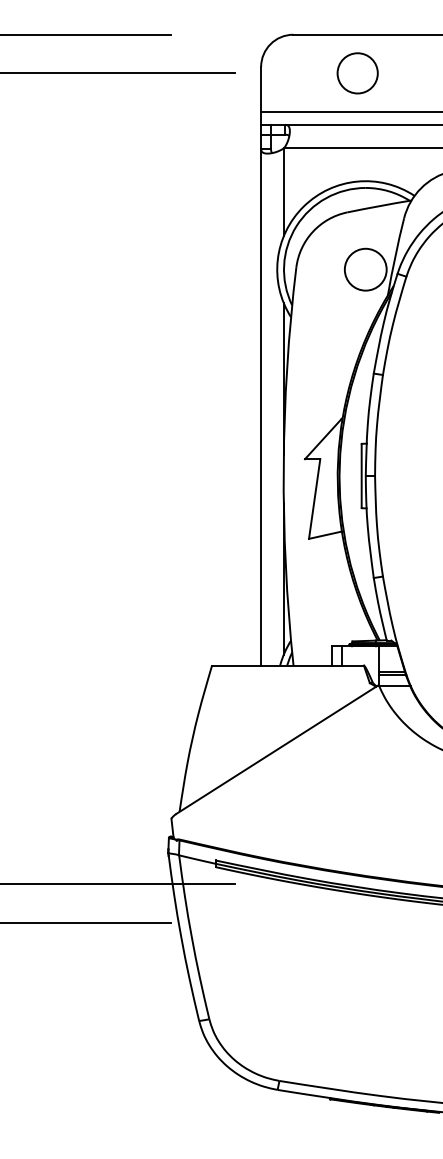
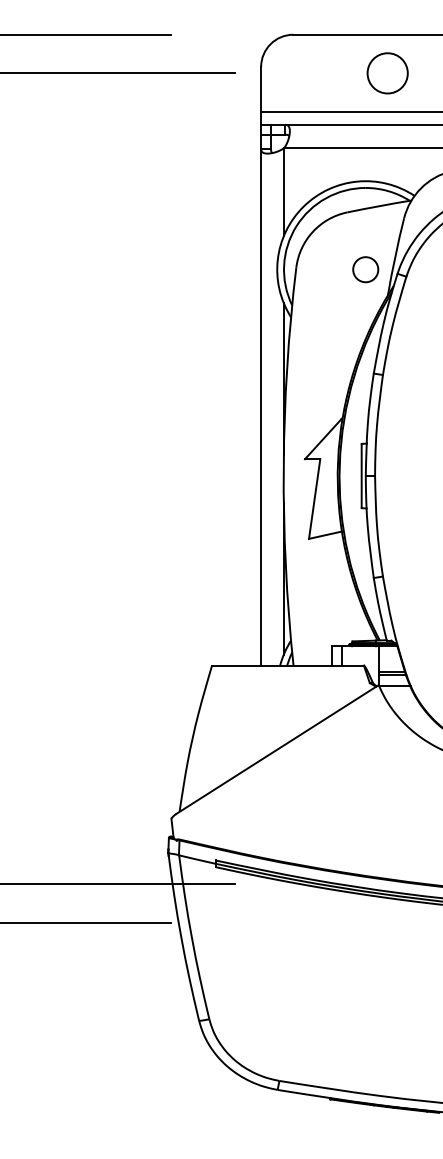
circle at (357, 73) position: (357, 73) -> (387, 73)
circle at (365, 269) diameter: 42 px -> 25 px
